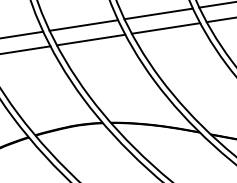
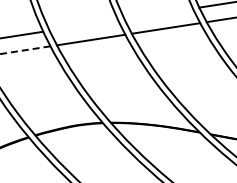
line at (158, 13): present -> none
line at (83, 25): present -> none
line at (25, 50): solid -> dashed
